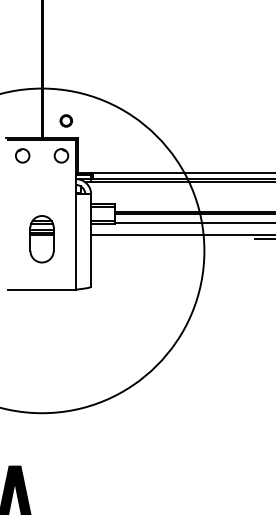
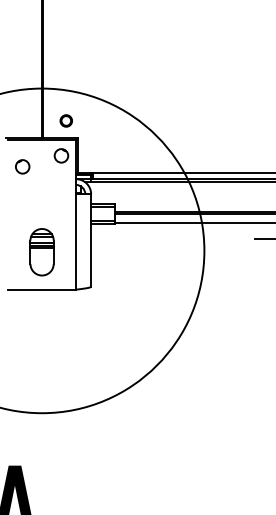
circle at (22, 155) position: (22, 155) -> (22, 166)
line at (181, 235): present -> none
part at (41, 239) position: (41, 239) -> (41, 252)
